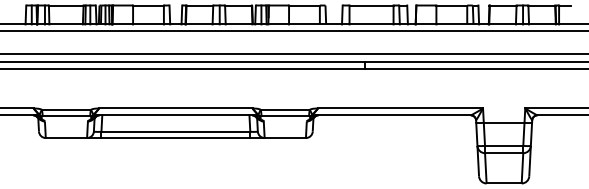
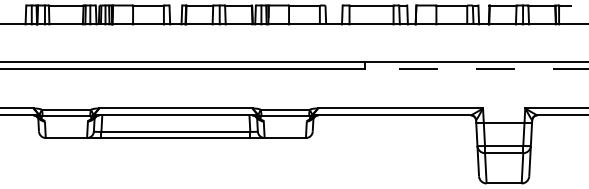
line at (293, 31): present -> none
line at (293, 54): present -> none
line at (476, 69): solid -> dashed
